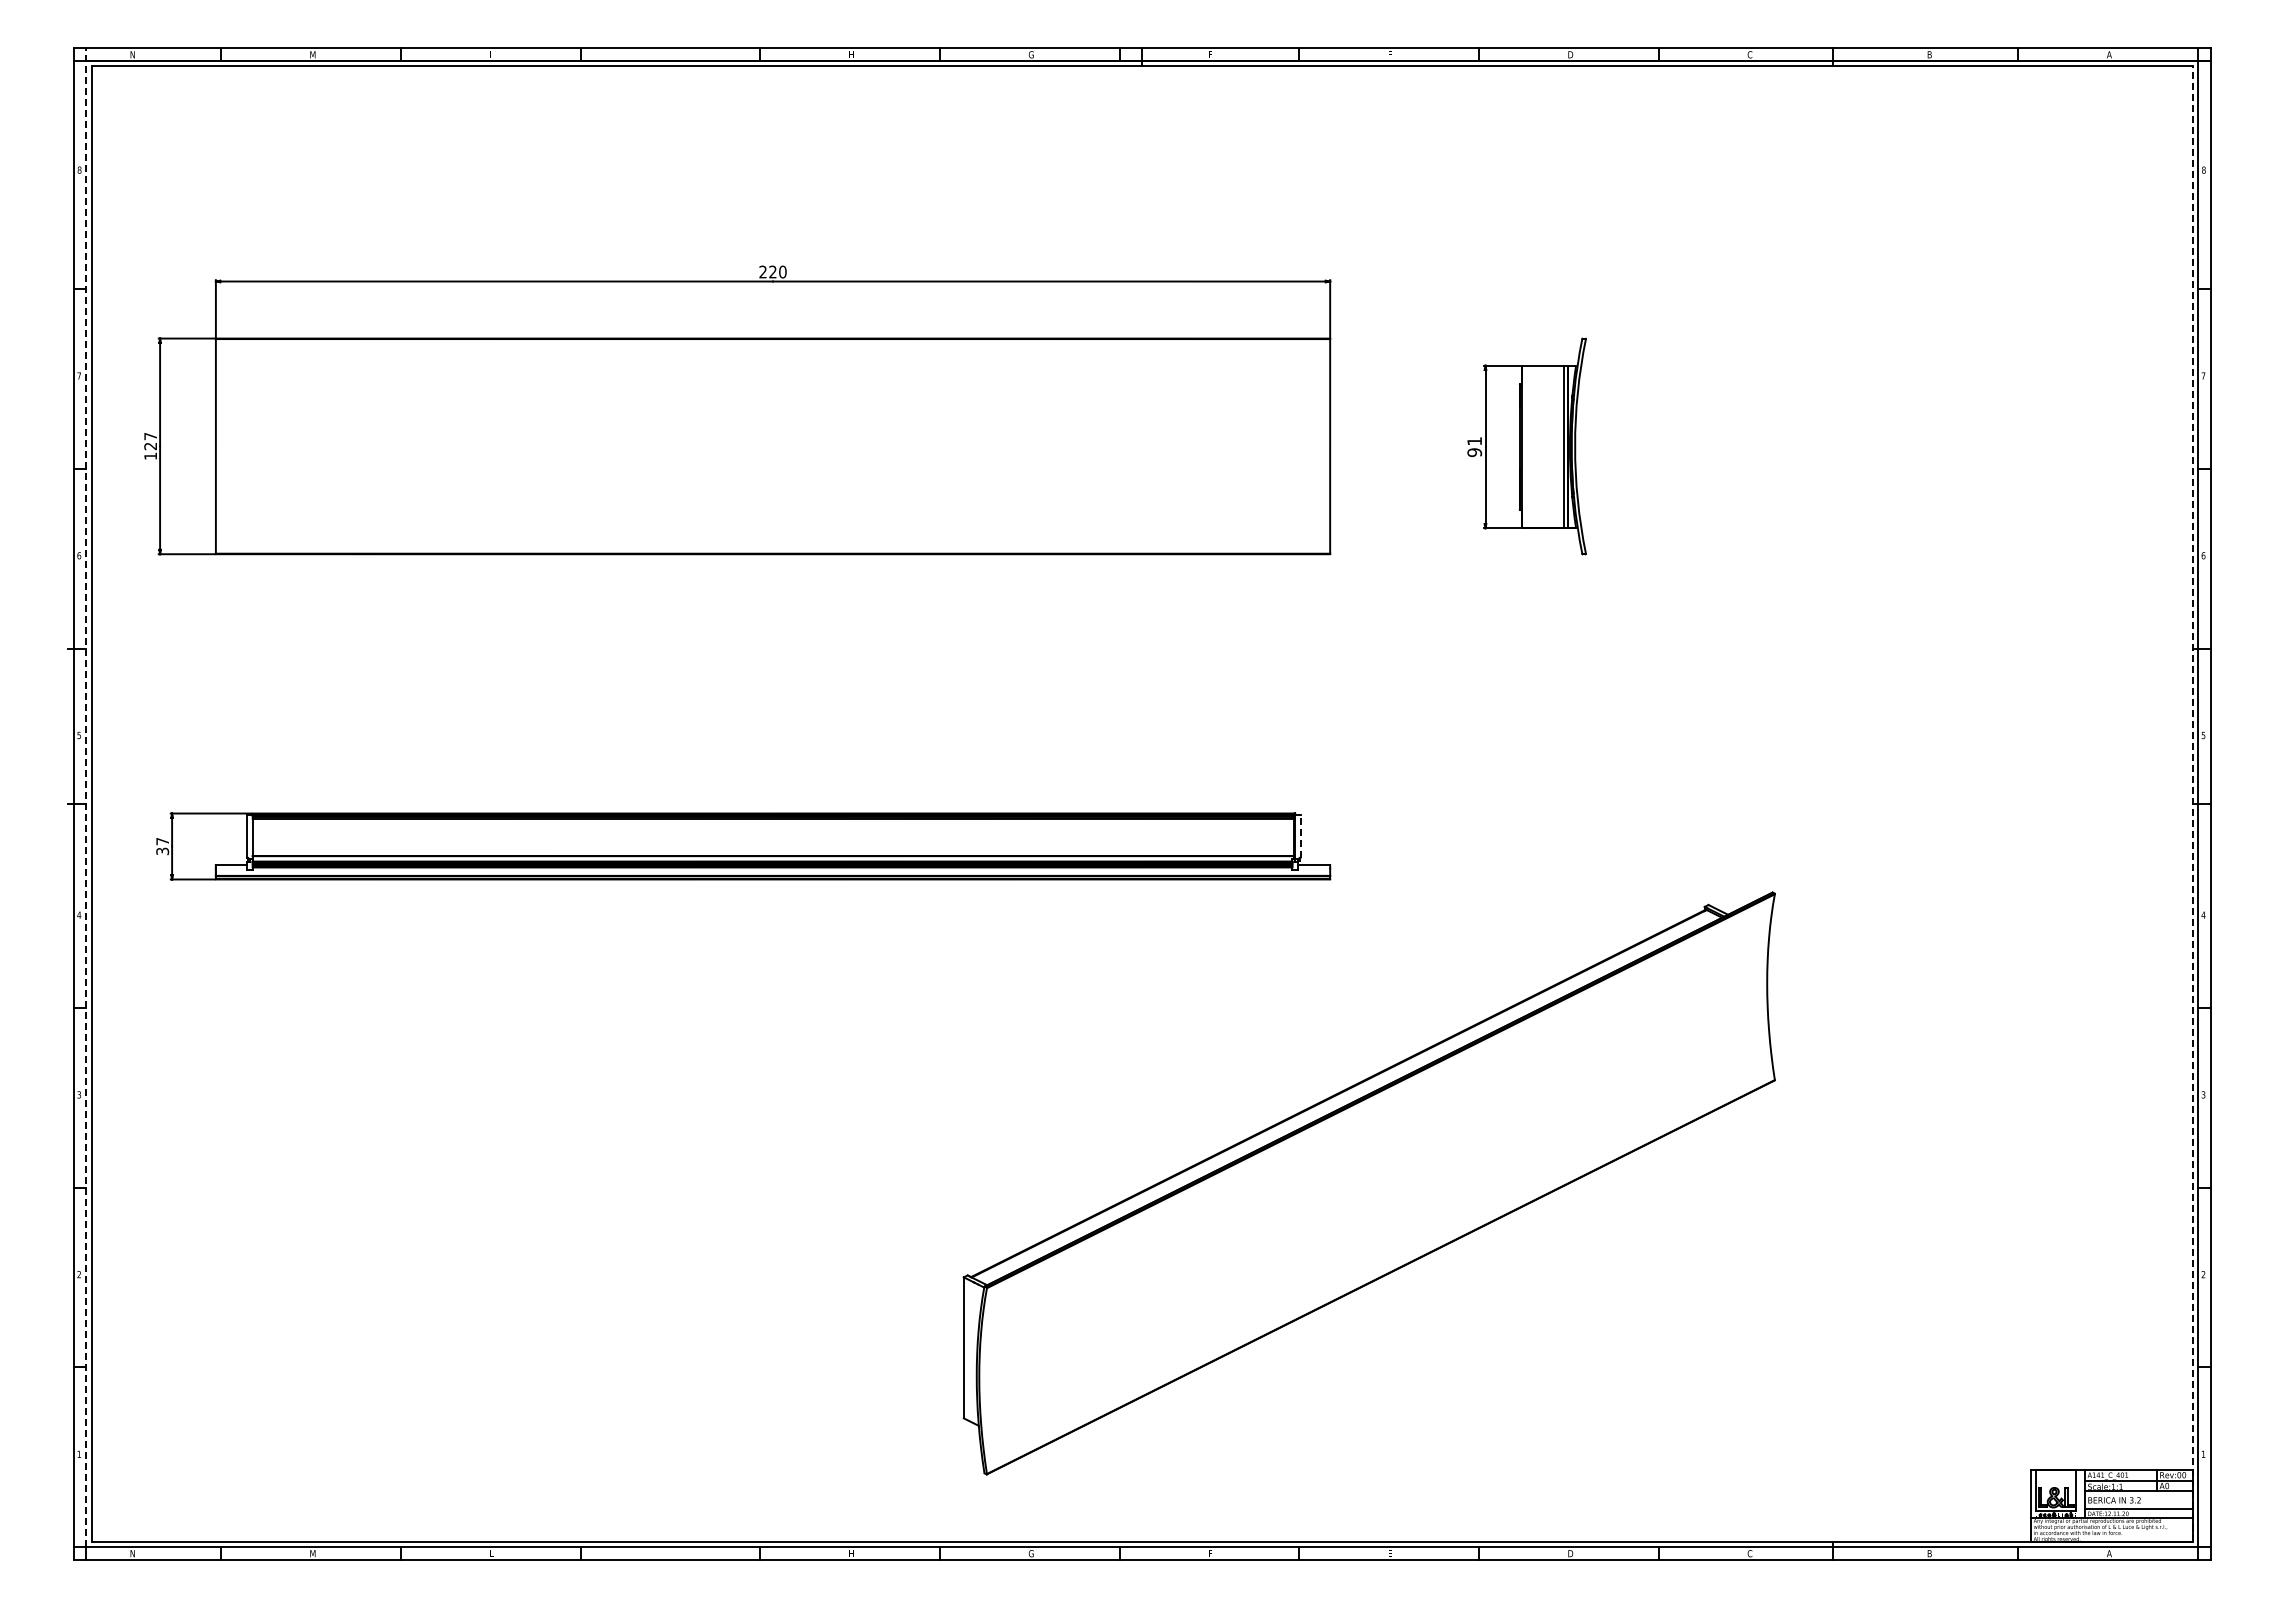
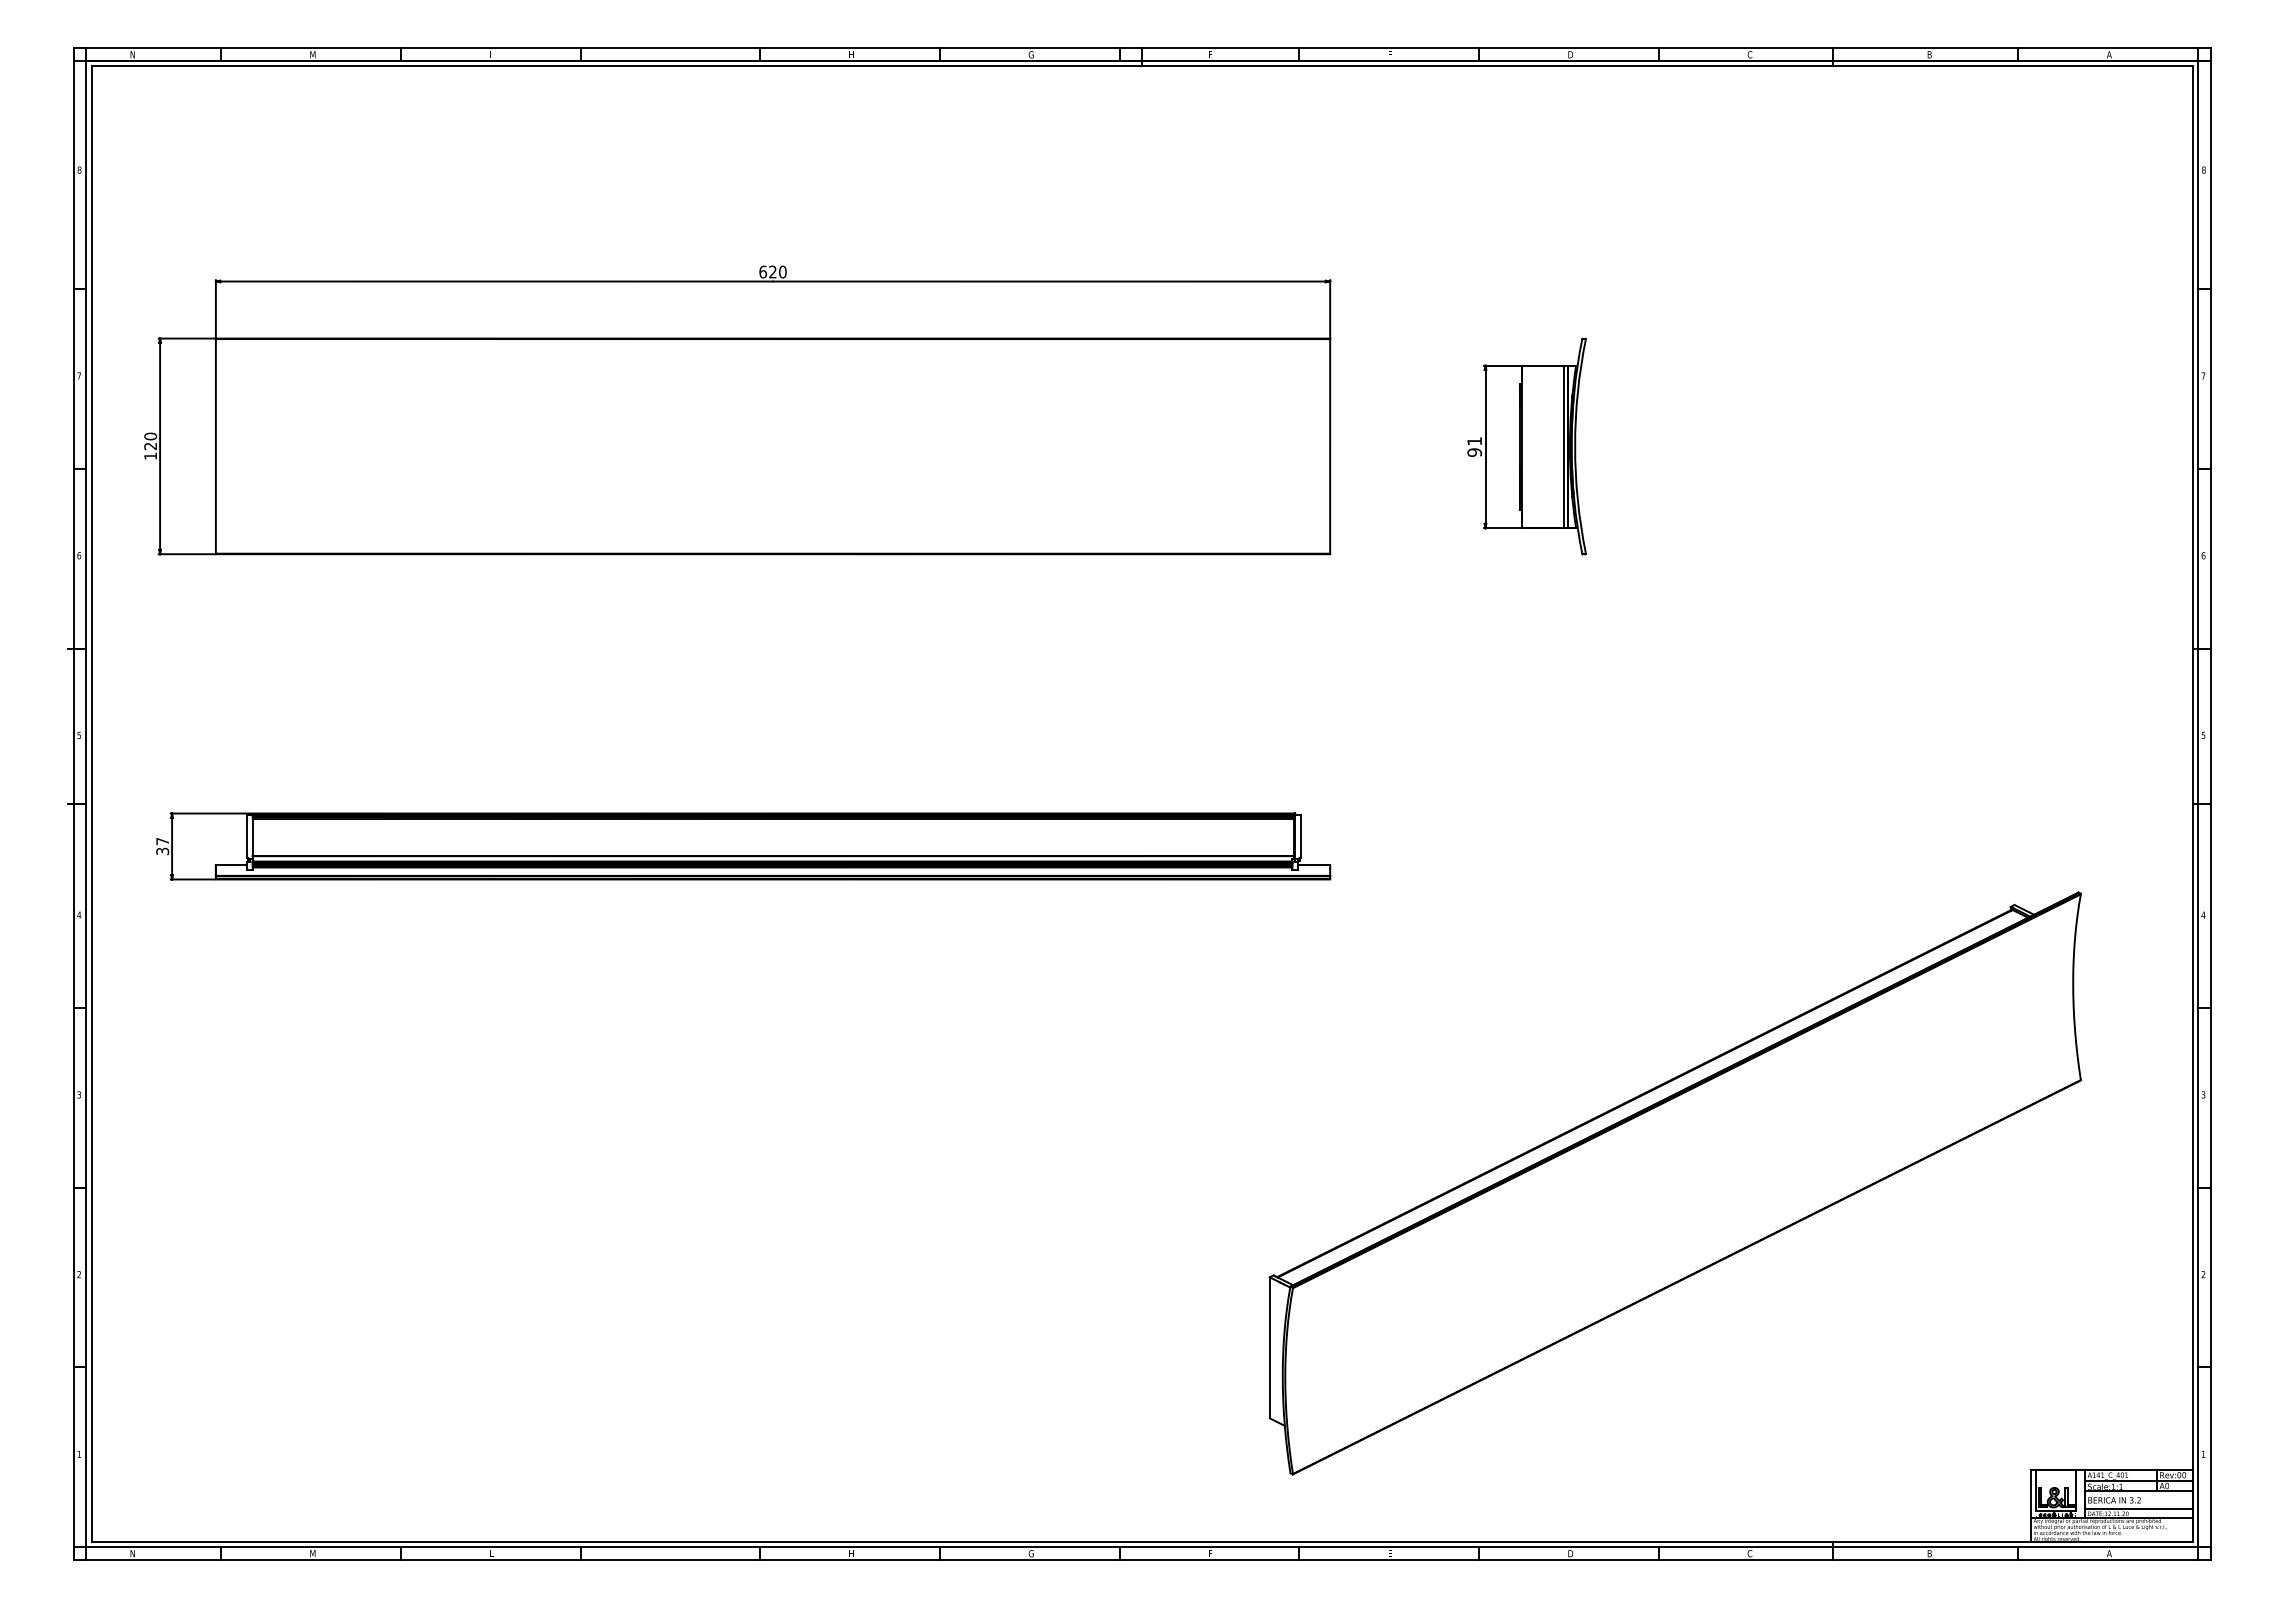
text at (763, 271): 220 -> 620
text at (150, 436): 127 -> 120
line at (86, 797): dashed -> solid
line at (2192, 804): dashed -> solid
line at (1300, 836): dashed -> solid
part at (1368, 1183) position: (1368, 1183) -> (1674, 1183)
